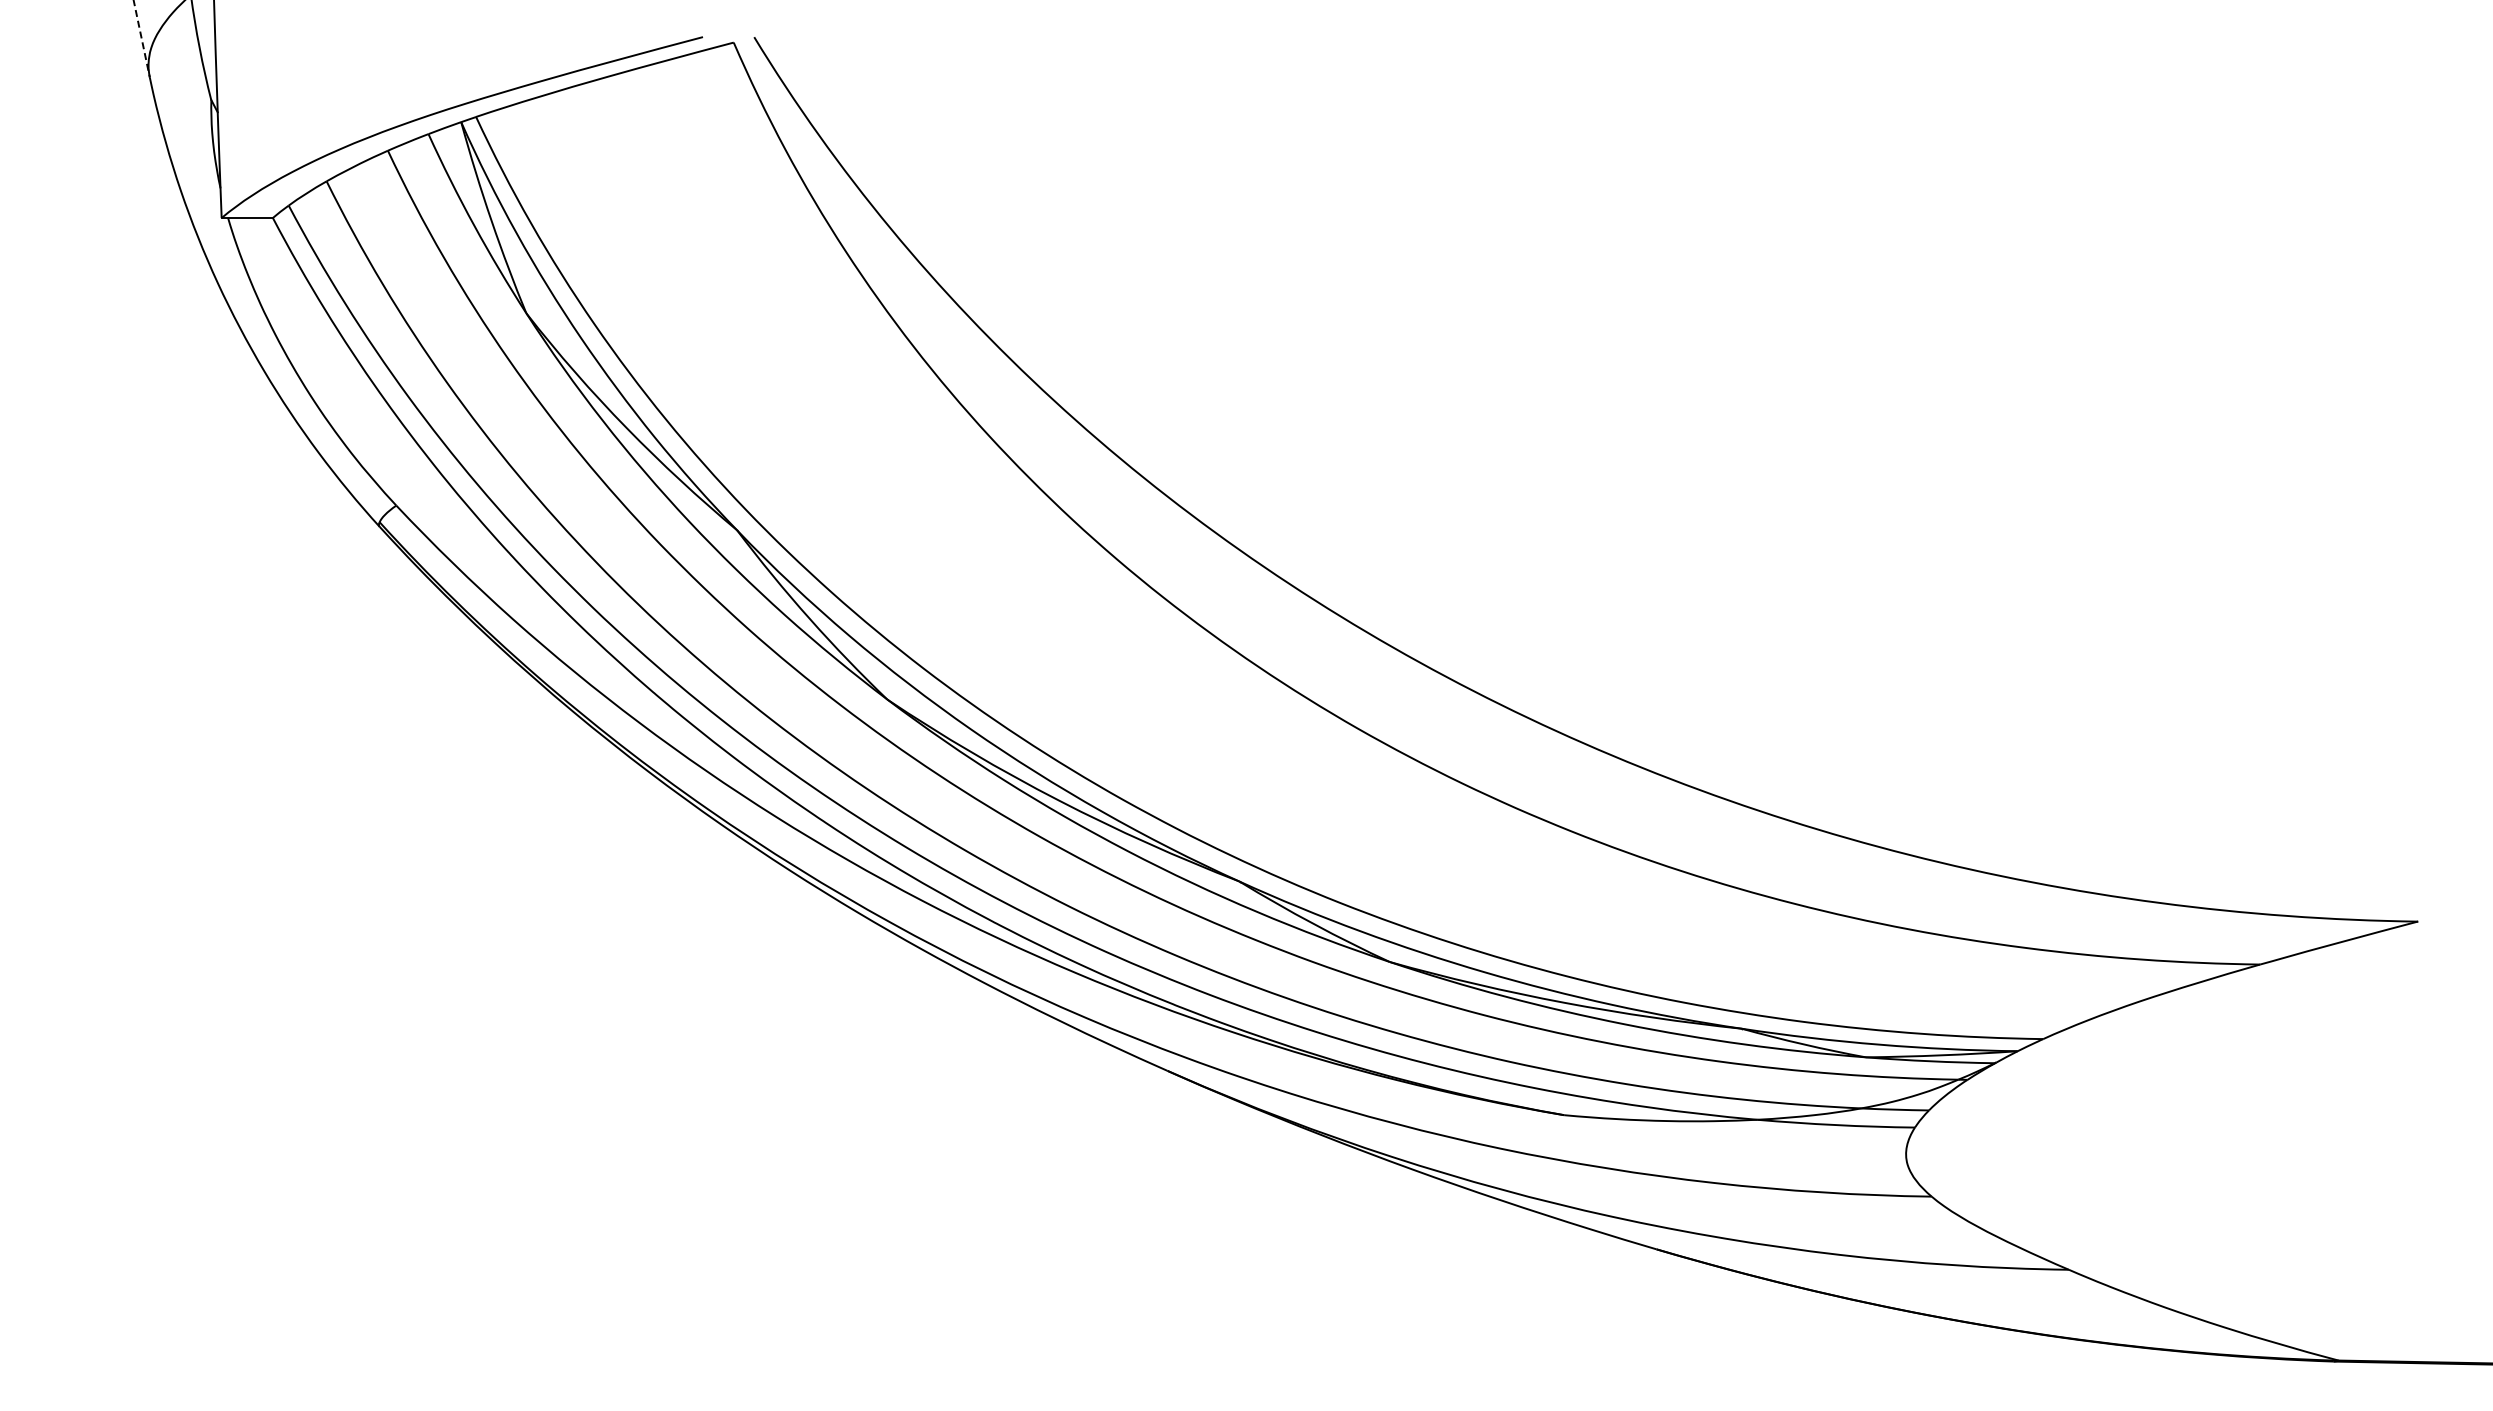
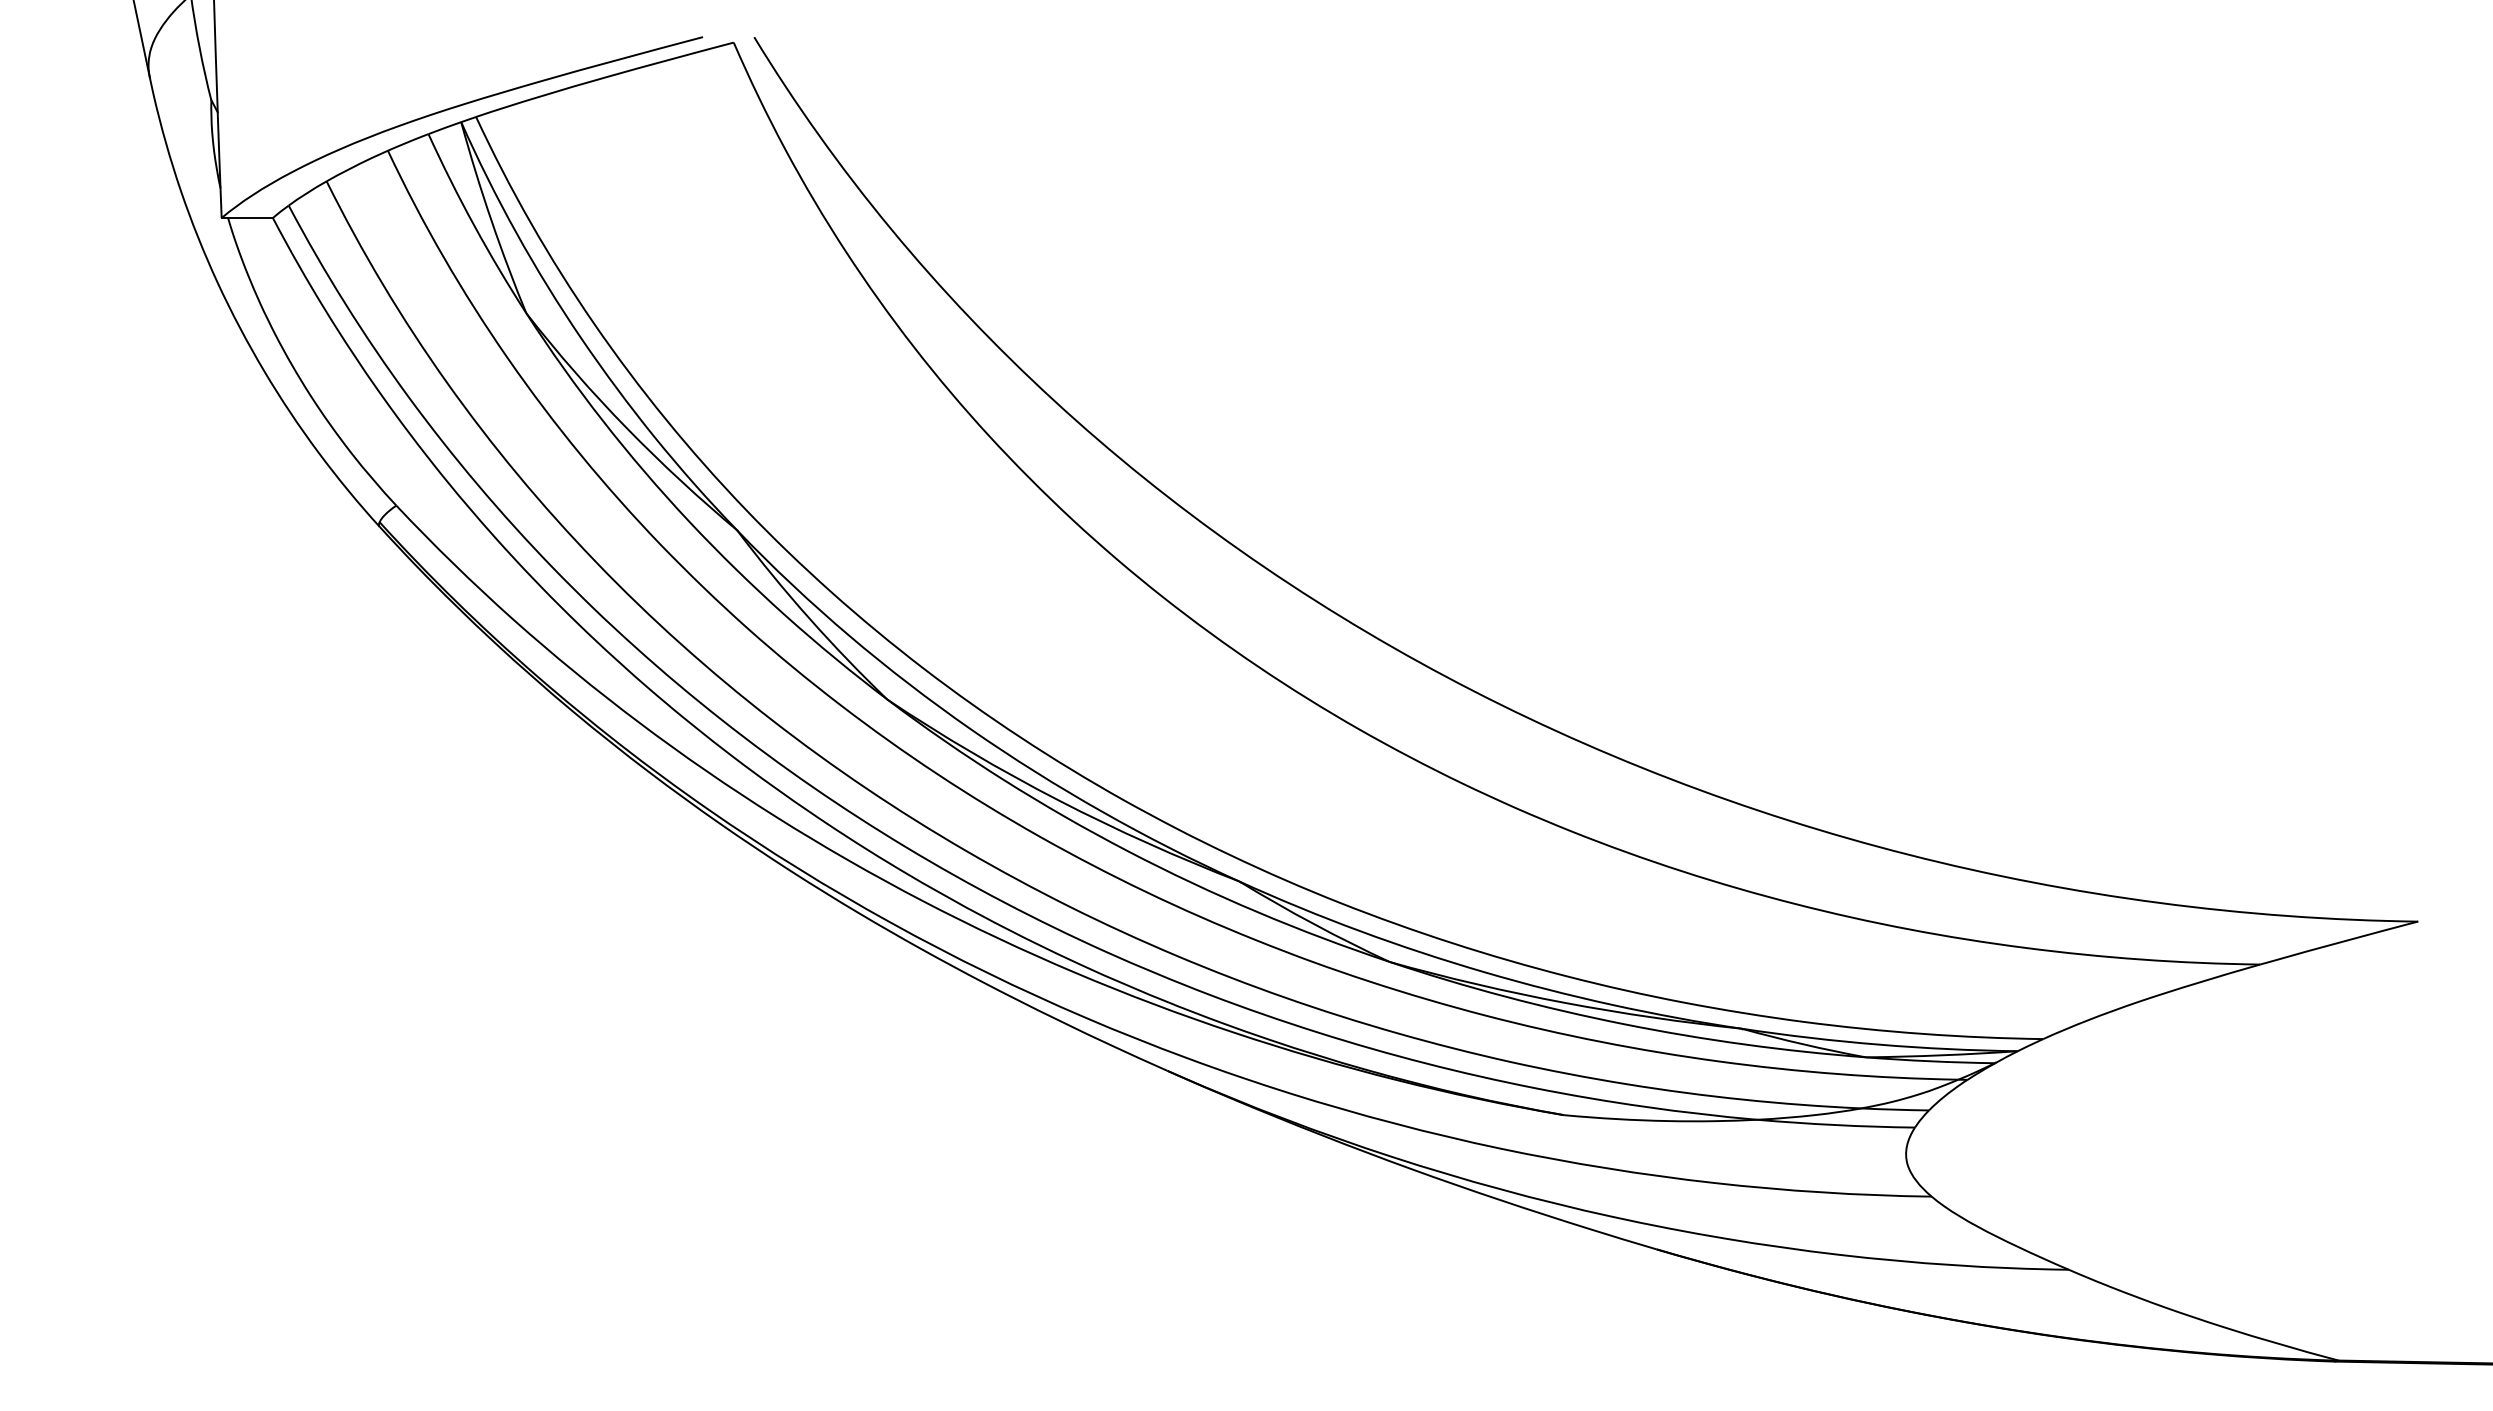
line at (141, 39): dashed -> solid
